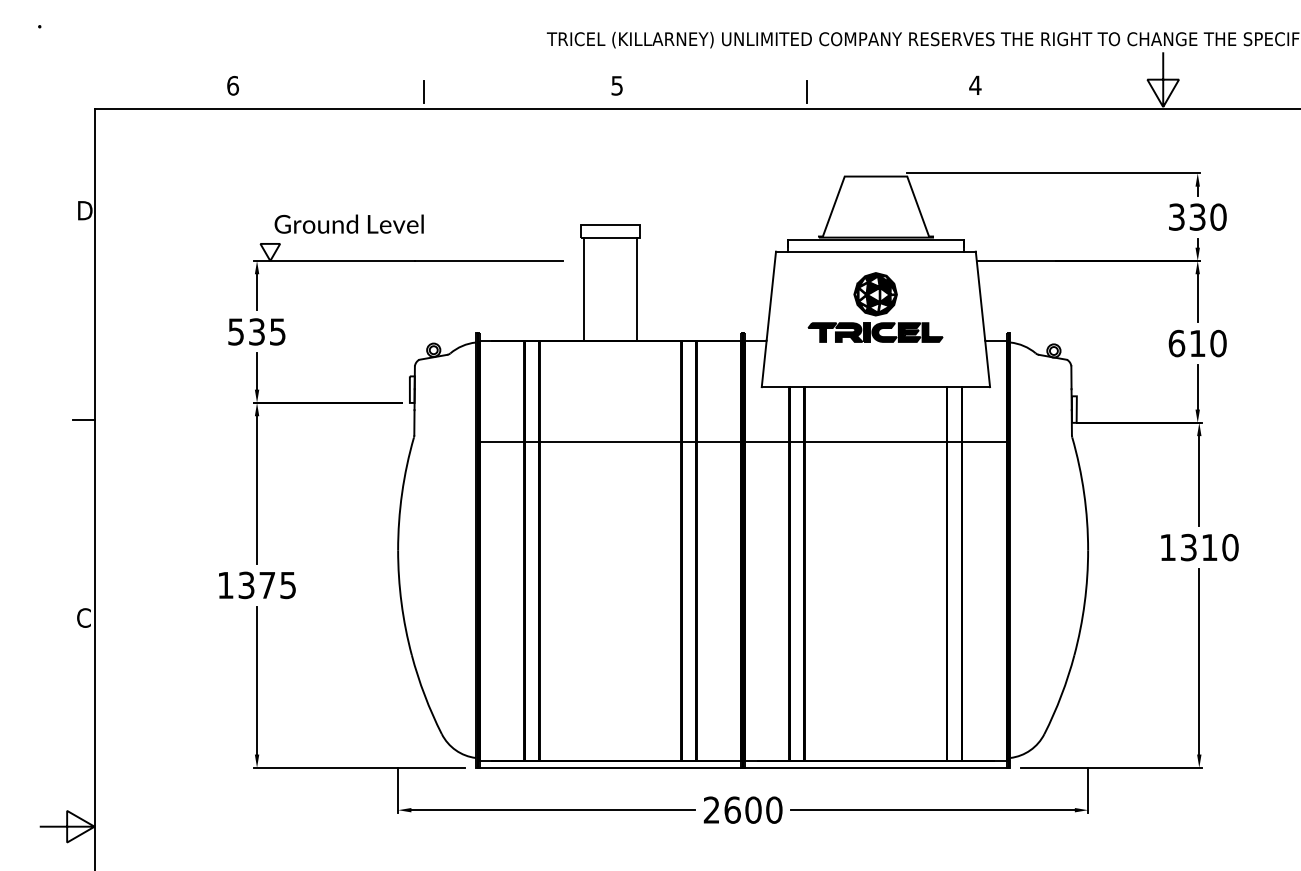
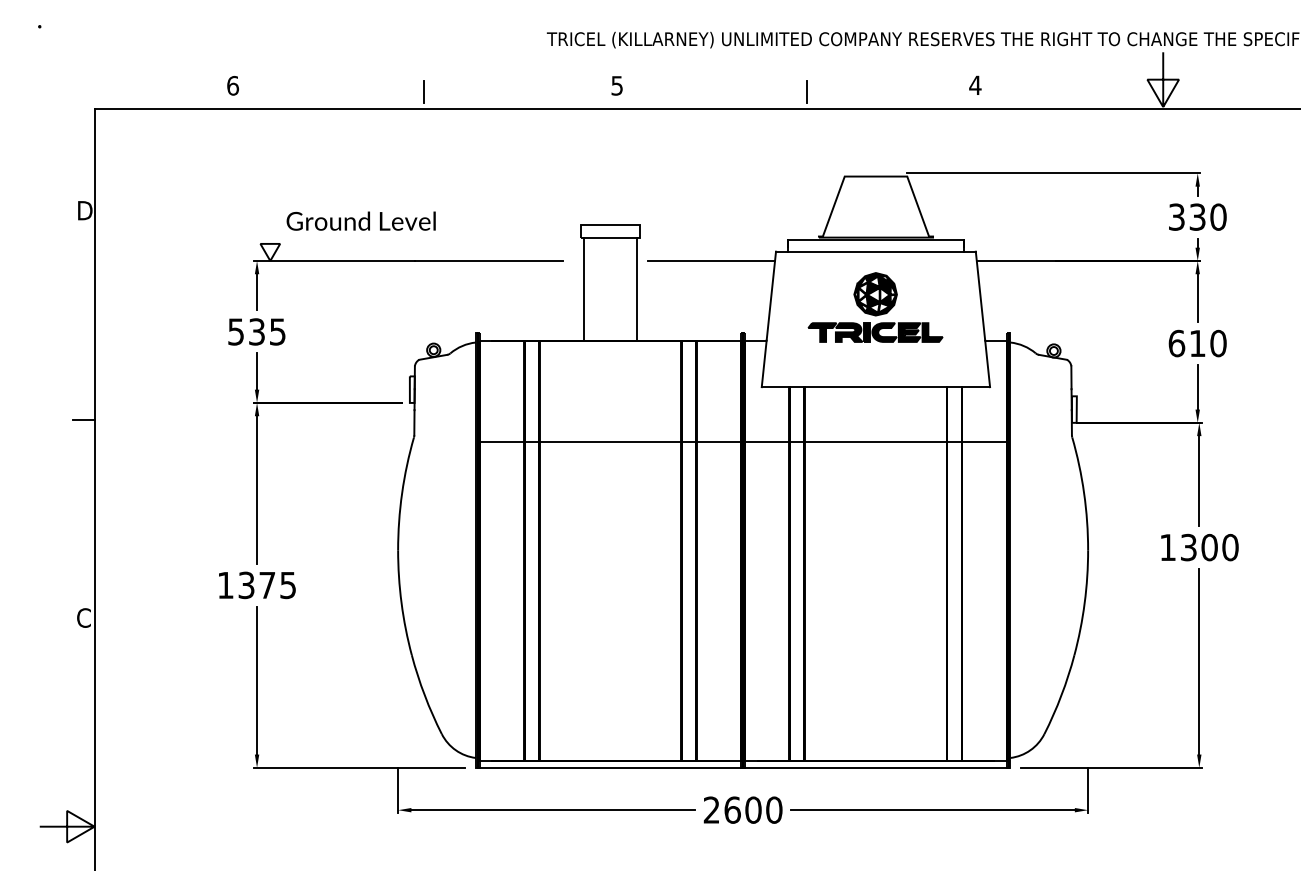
text at (348, 223) position: (348, 223) -> (360, 220)
line at (711, 260): none -> present
text at (1209, 547): 1310 -> 1300
